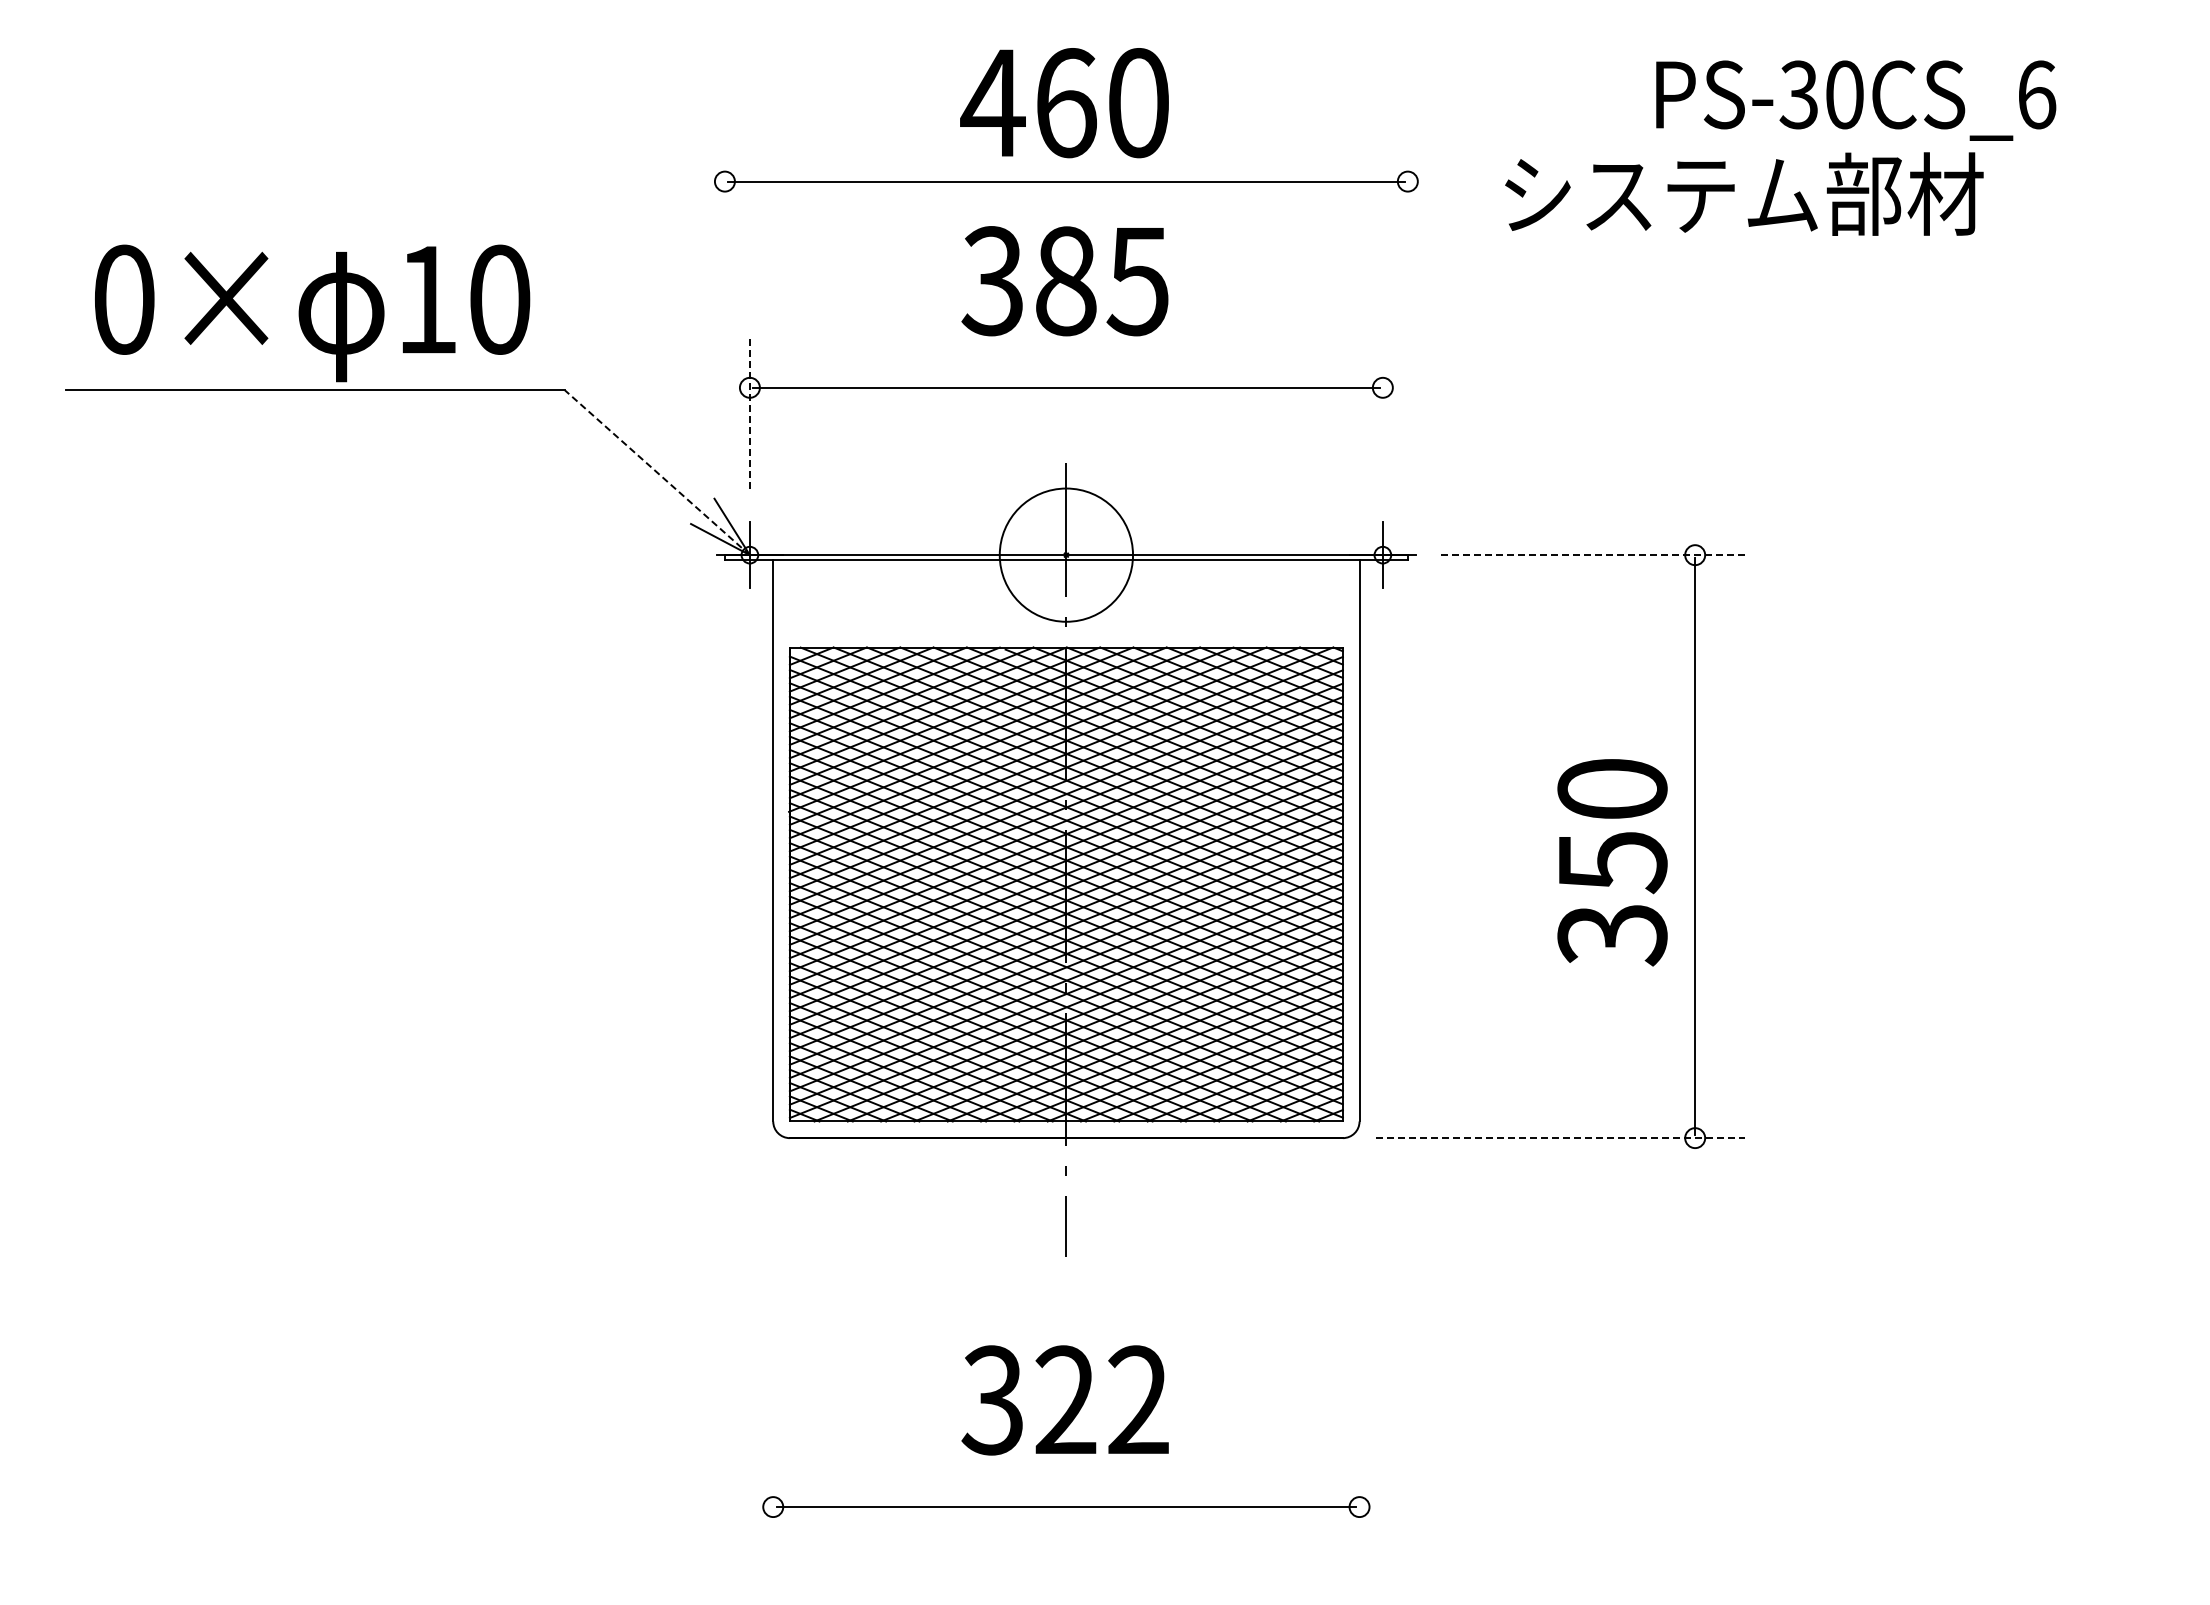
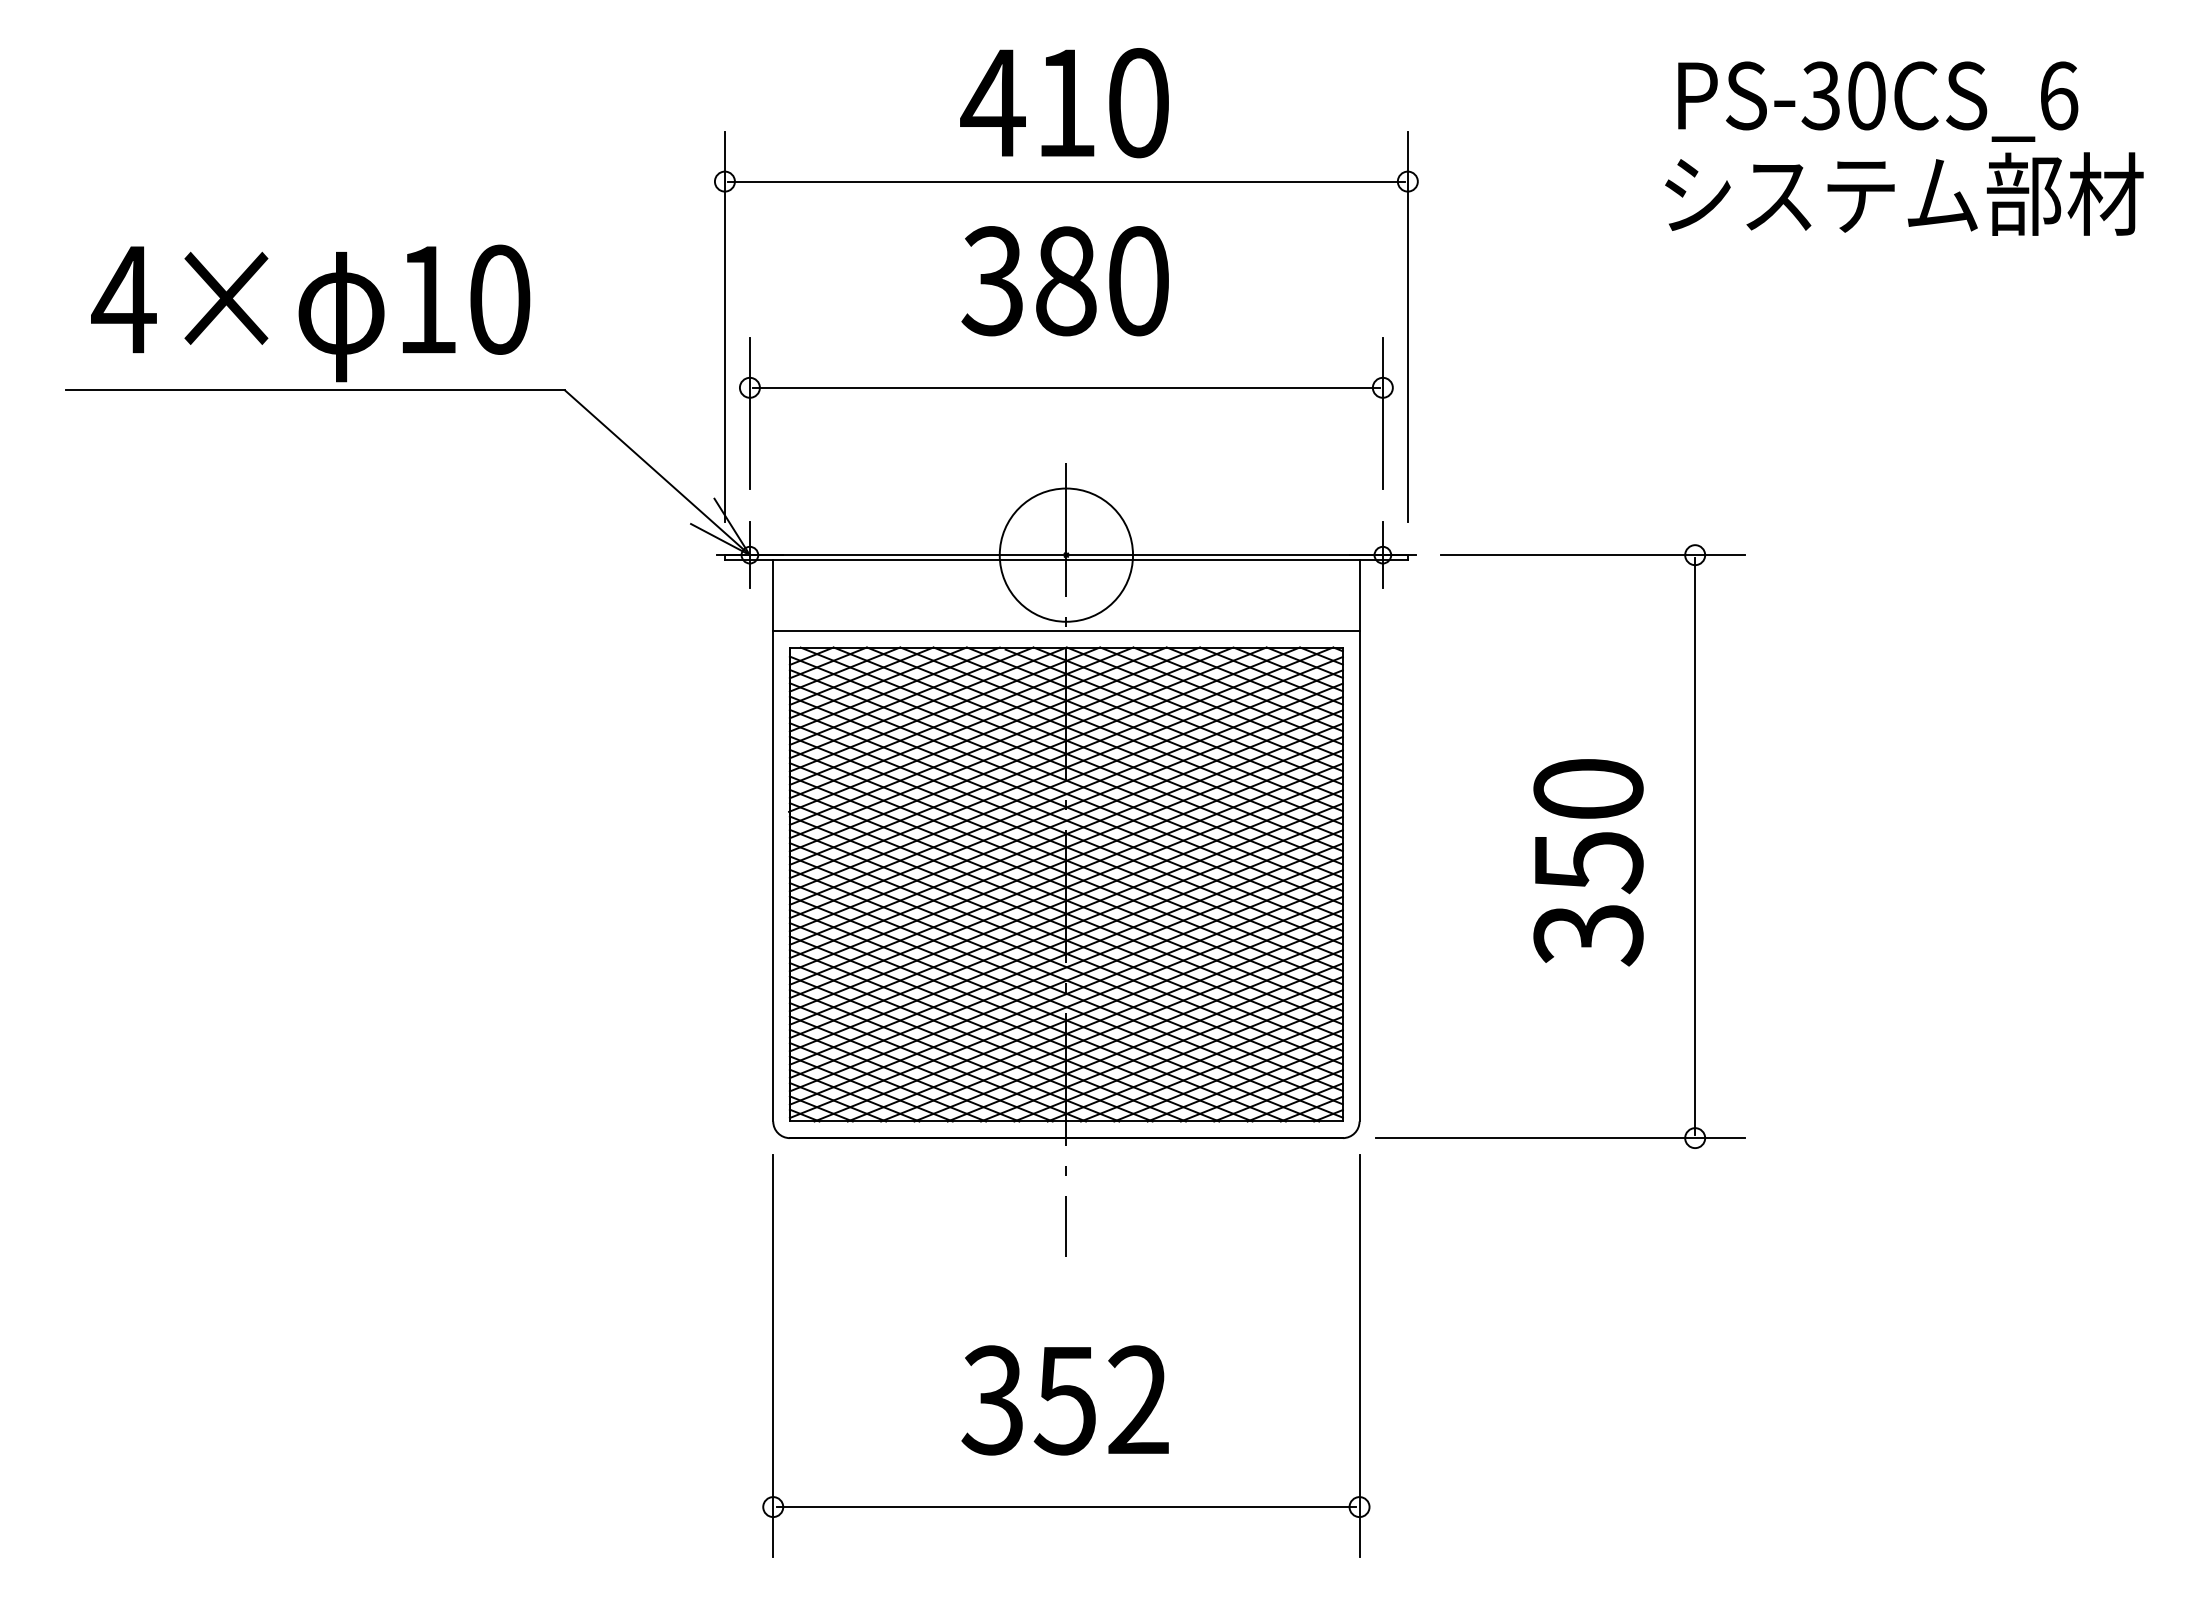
text at (1856, 100) position: (1856, 100) -> (1878, 101)
text at (1066, 103): 460 -> 410
text at (1744, 193) position: (1744, 193) -> (1904, 193)
text at (1137, 281): 385 -> 380
text at (123, 299): 0× -> 4×
line at (724, 326): none -> present
line at (1407, 326): none -> present
line at (749, 412): dashed -> solid
line at (1382, 412): none -> present
line at (657, 472): dashed -> solid
line at (1593, 555): dashed -> solid
line at (1066, 630): none -> present
text at (1612, 862) position: (1612, 862) -> (1588, 862)
line at (1561, 1138): dashed -> solid
line at (773, 1355): none -> present
line at (1359, 1355): none -> present
text at (1064, 1400): 322 -> 352
